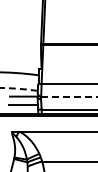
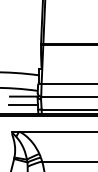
arc at (18, 88): dashed -> solid
line at (69, 96): dashed -> solid
